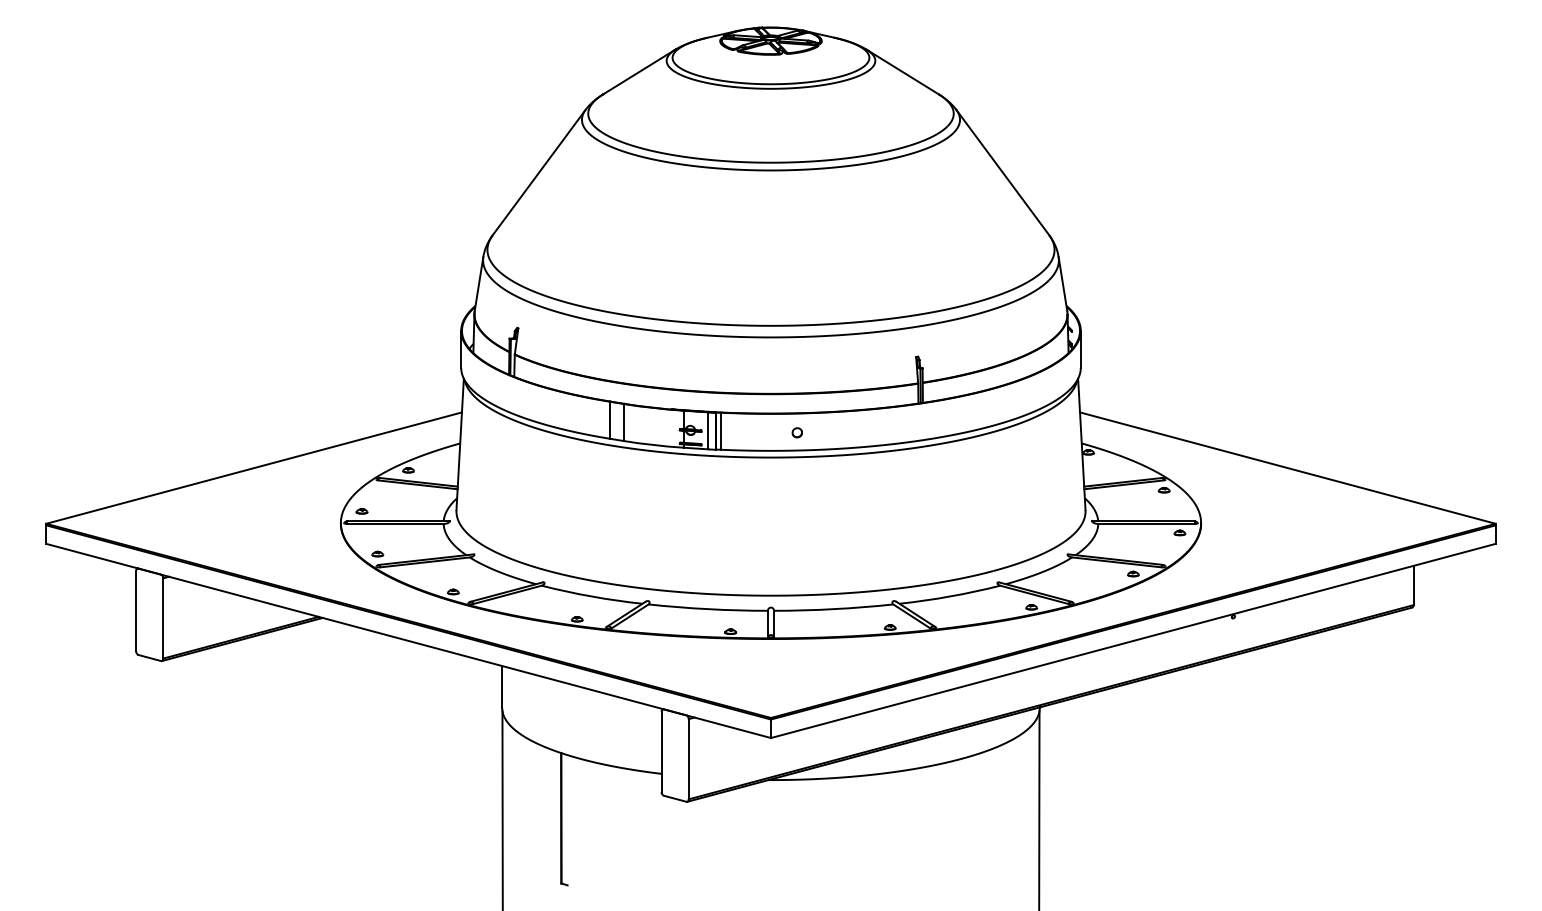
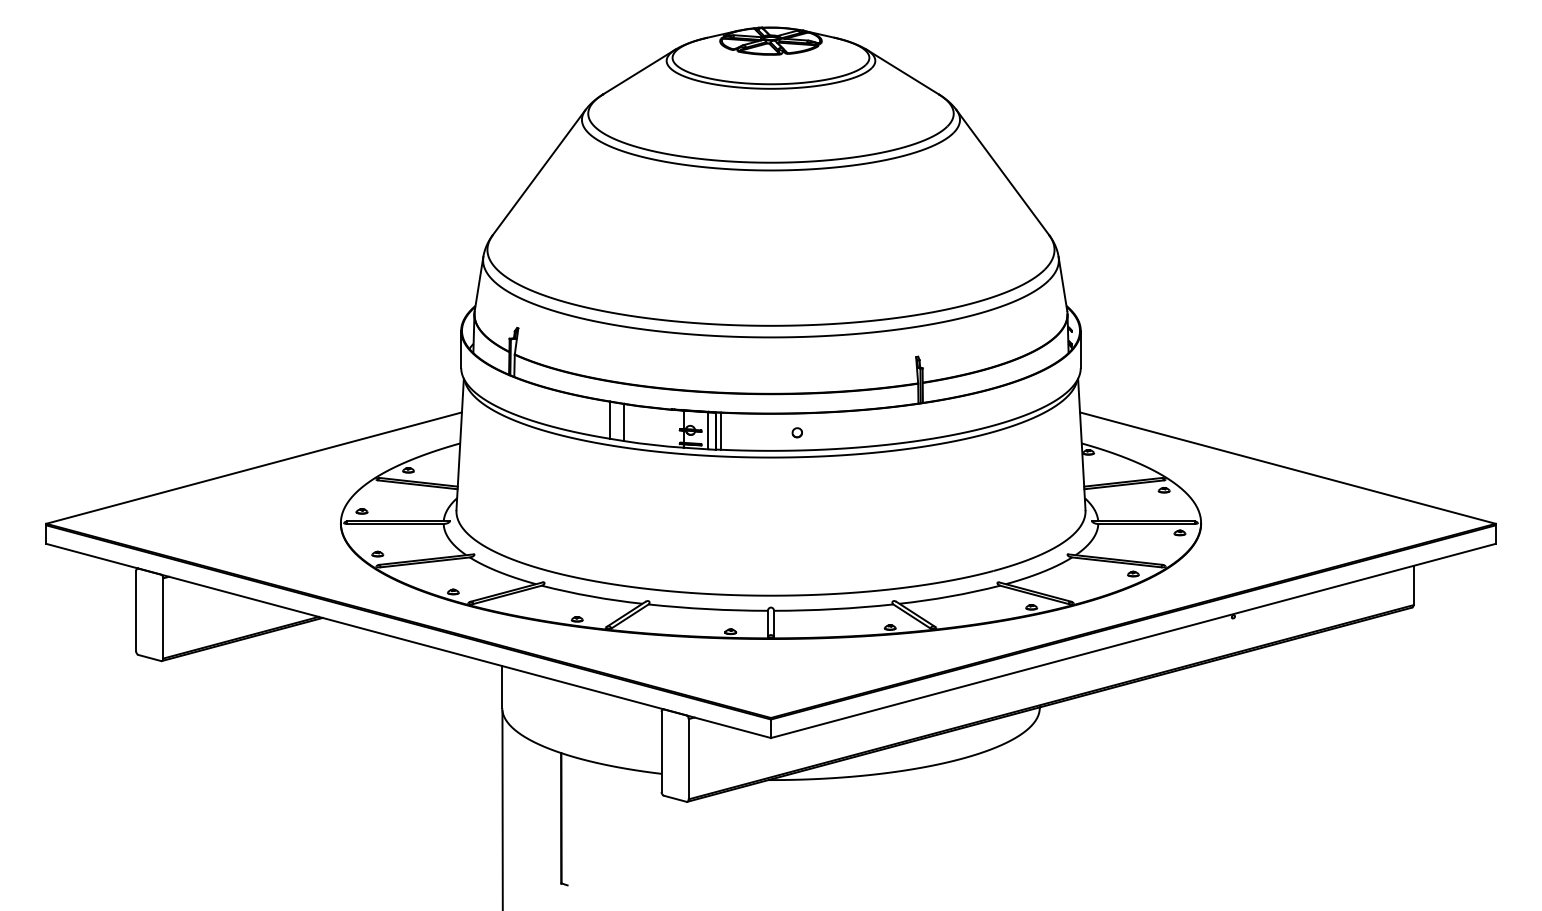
line at (1039, 809): present -> none
